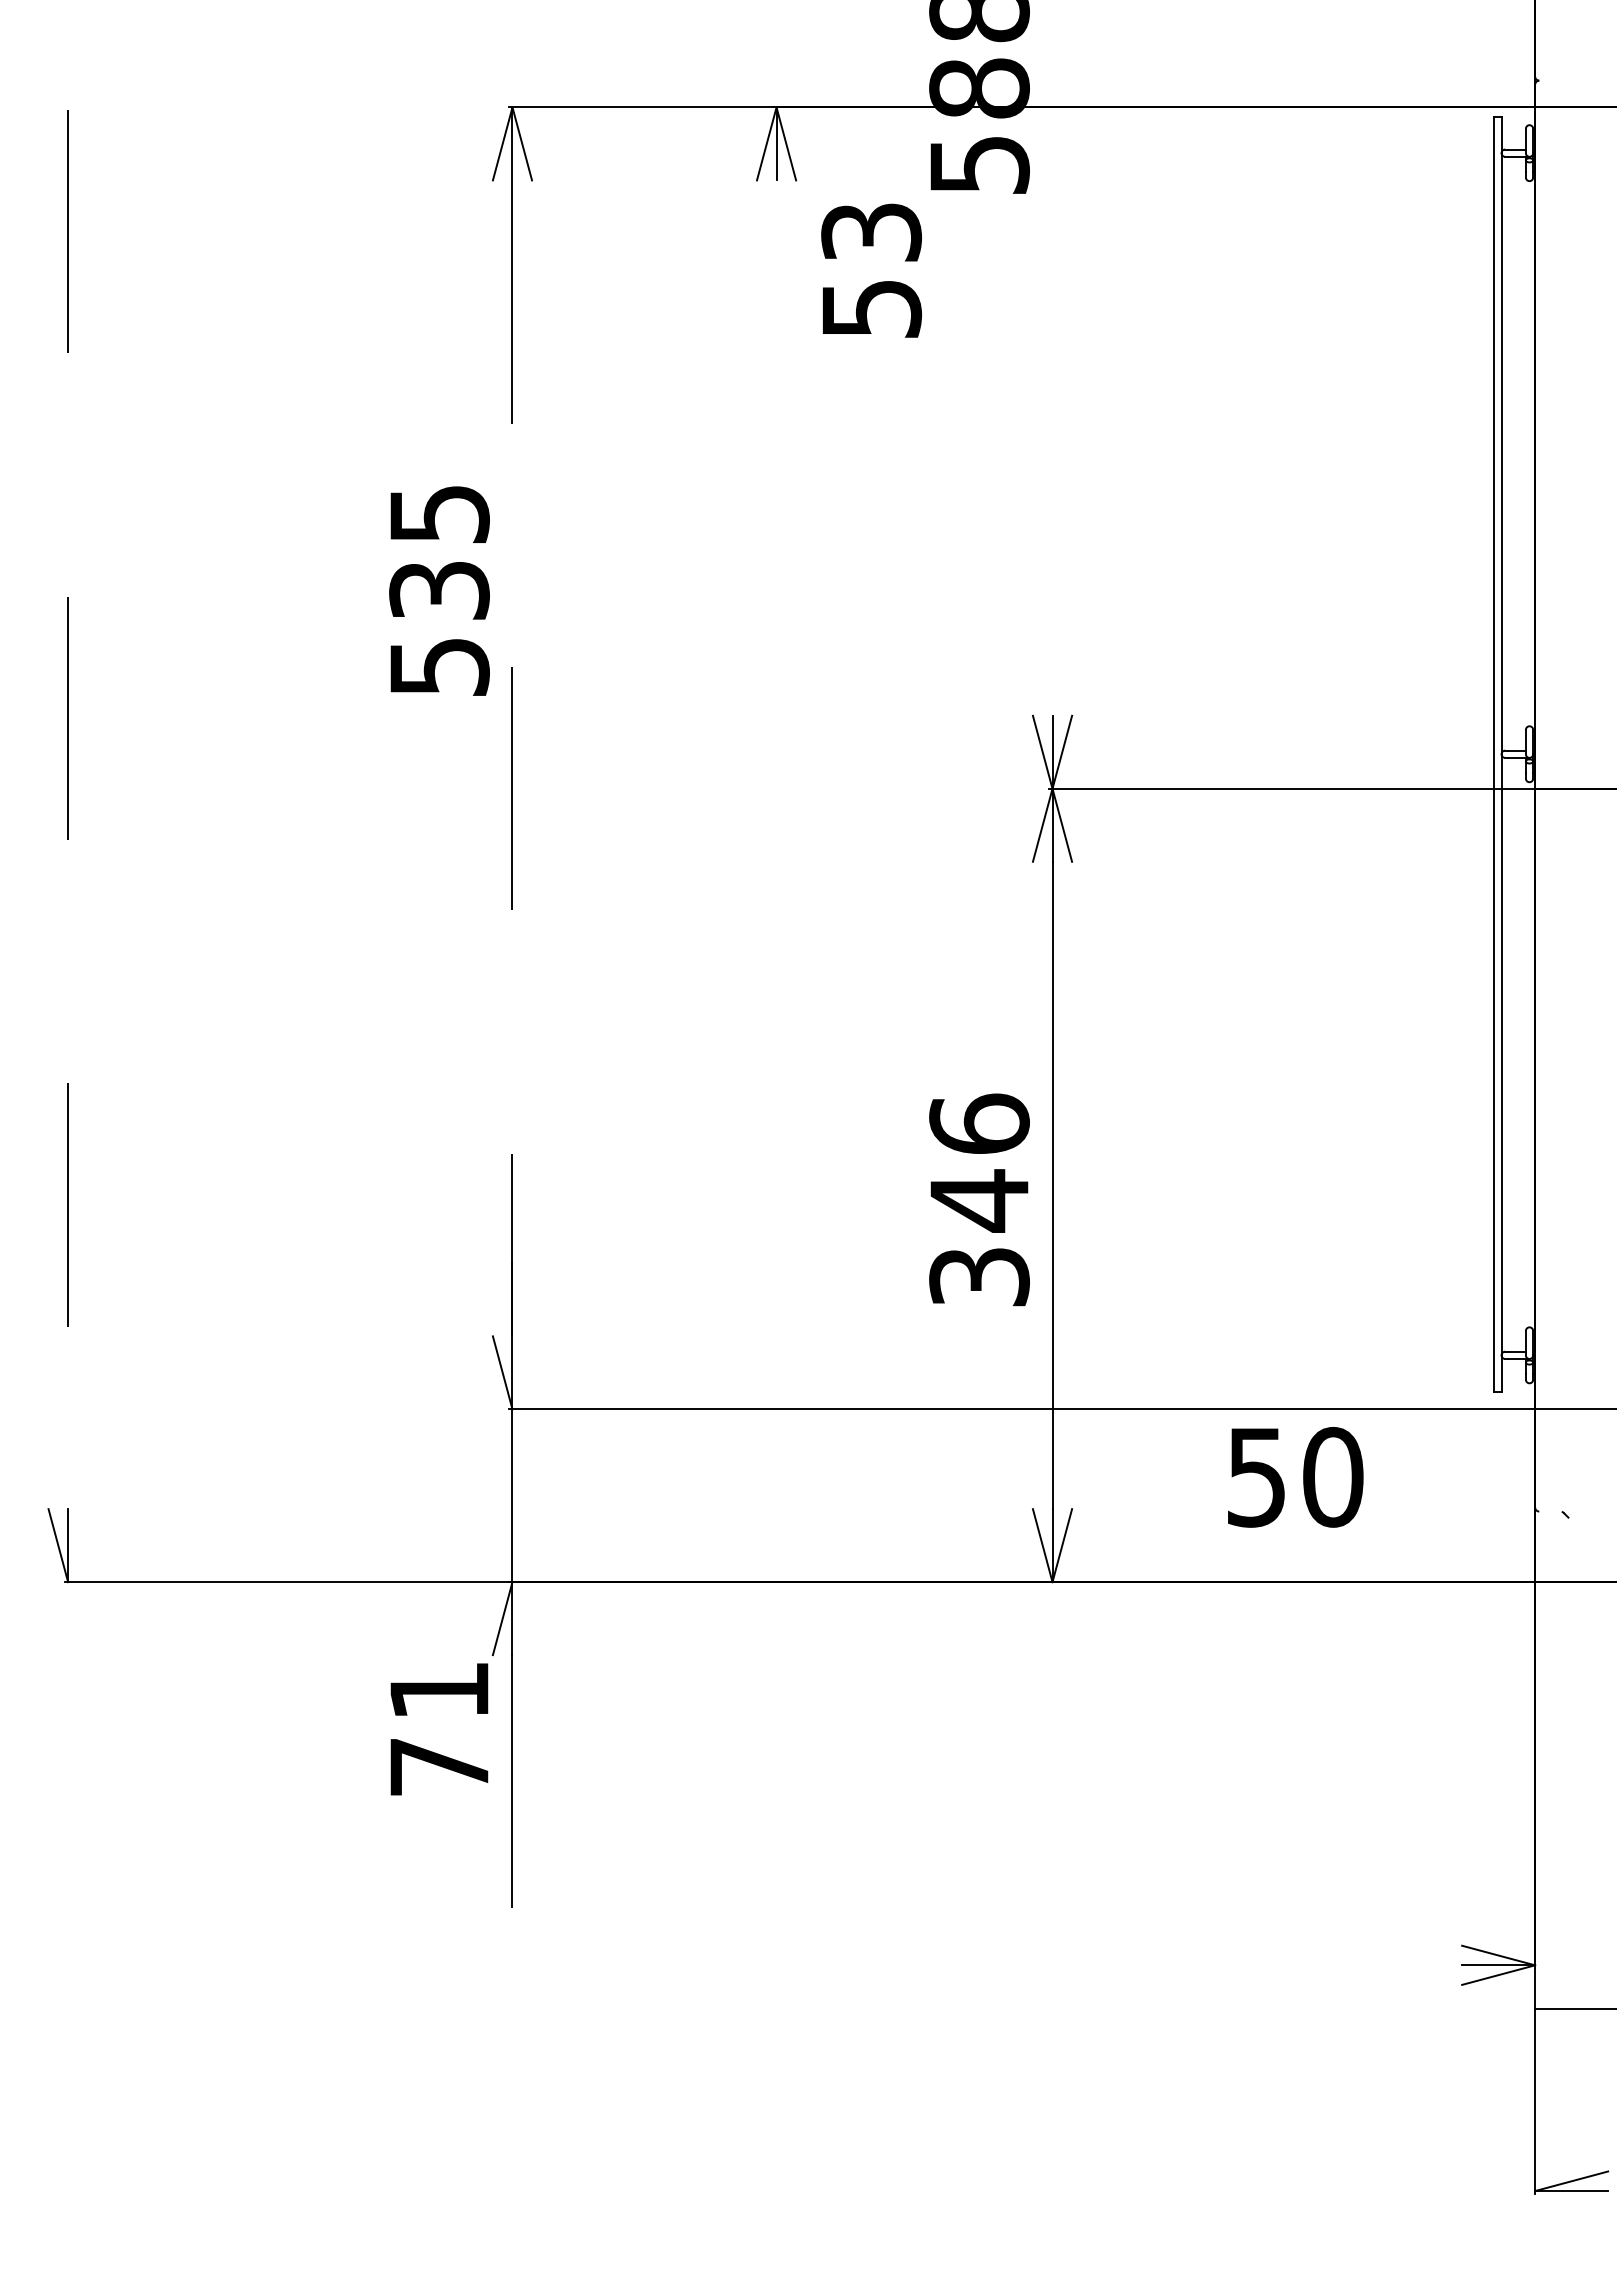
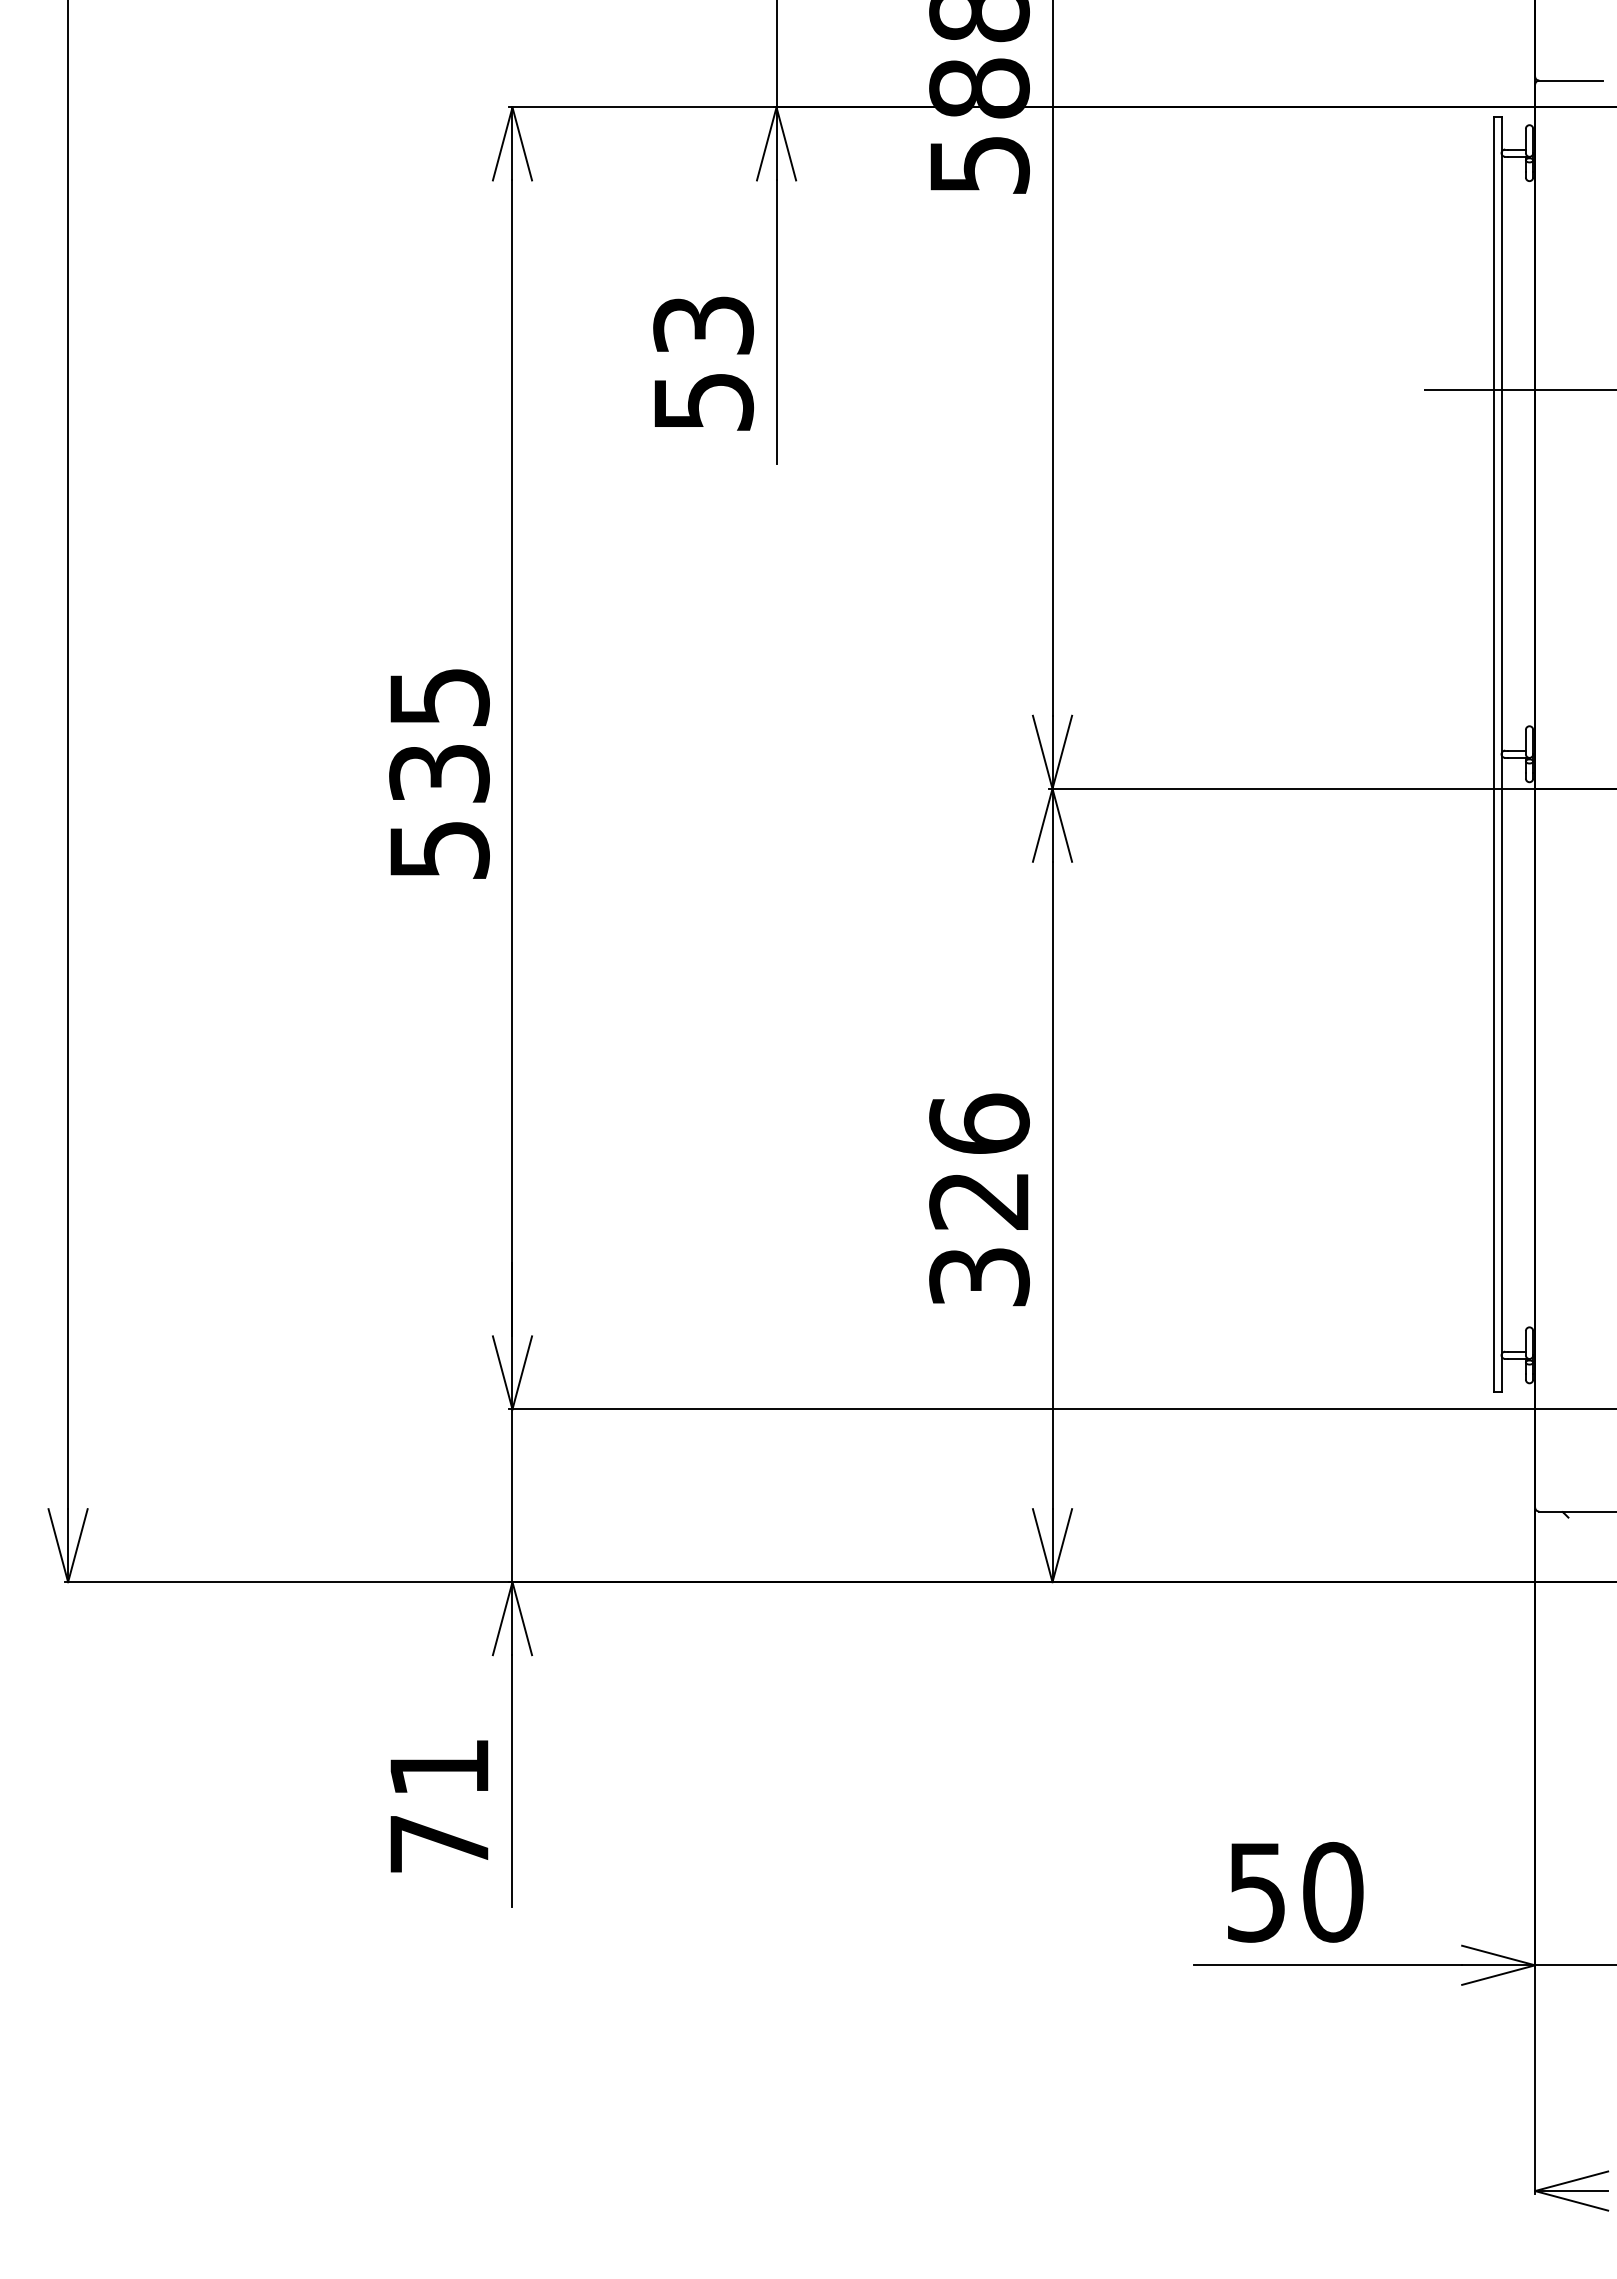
line at (776, 54): none -> present
line at (1570, 80): none -> present
text at (871, 270) position: (871, 270) -> (703, 363)
line at (776, 322): none -> present
line at (1052, 358): none -> present
line at (1518, 390): none -> present
text at (439, 590) position: (439, 590) -> (439, 773)
line at (68, 755): dashed -> solid
line at (512, 758): dashed -> solid
text at (978, 1200): 346 -> 326
line at (522, 1372): none -> present
text at (1295, 1477) position: (1295, 1477) -> (1295, 1892)
line at (1576, 1511): none -> present
line at (77, 1545): none -> present
line at (522, 1618): none -> present
text at (439, 1729) position: (439, 1729) -> (439, 1806)
line at (1328, 1965): none -> present
line at (1574, 2009) position: (1574, 2009) -> (1574, 1965)
line at (1571, 2200): none -> present
